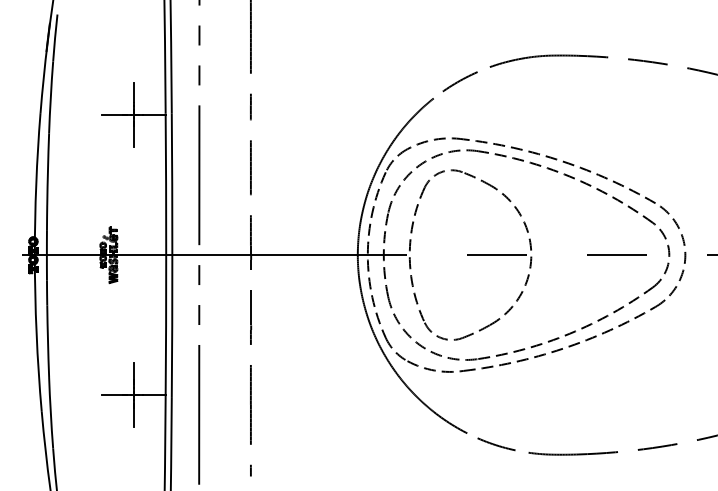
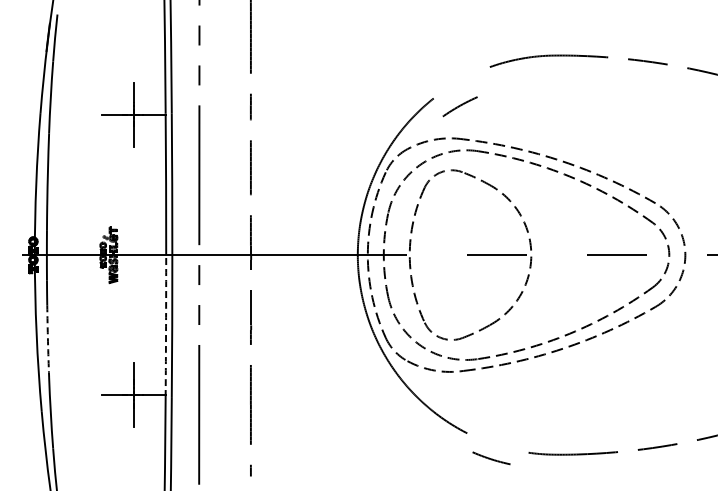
curve at (459, 81) position: (459, 81) -> (459, 106)
arc at (166, 326): solid -> dashed
arc at (47, 341): solid -> dashed
line at (496, 444) position: (496, 444) -> (491, 458)
